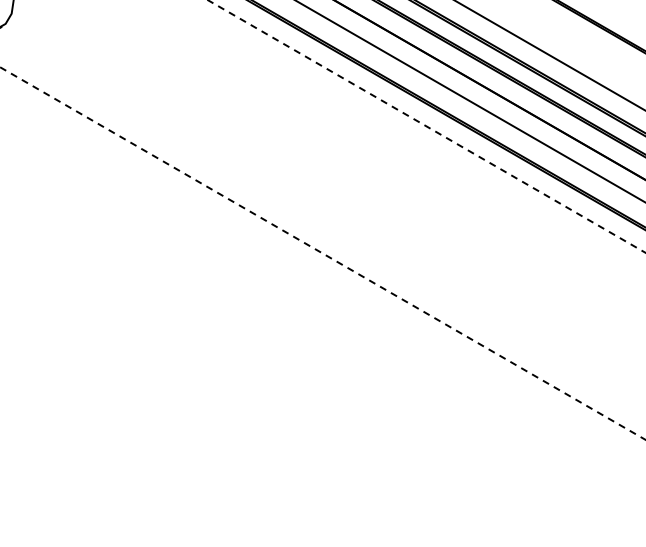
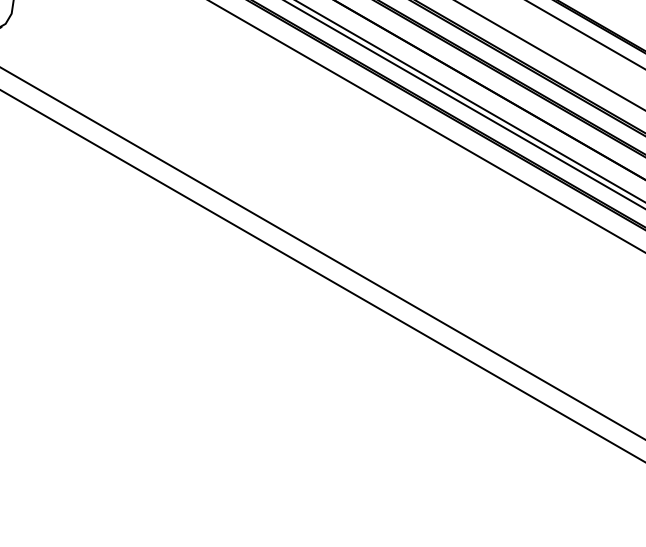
line at (585, 34): none -> present
line at (464, 104): none -> present
line at (426, 126): dashed -> solid
line at (322, 253): dashed -> solid
line at (322, 275): none -> present
